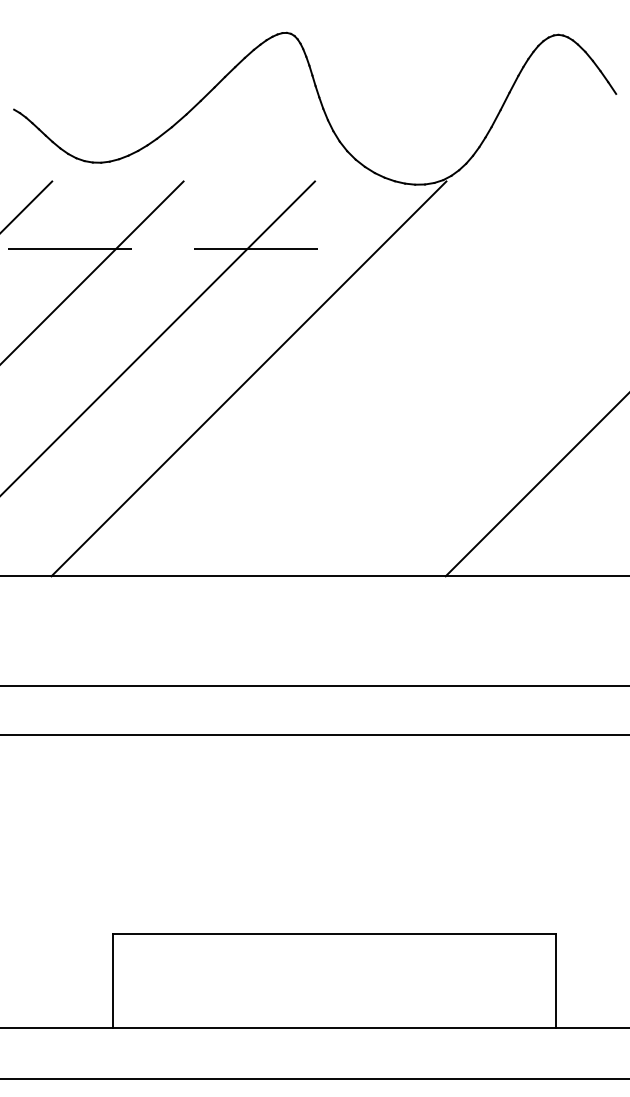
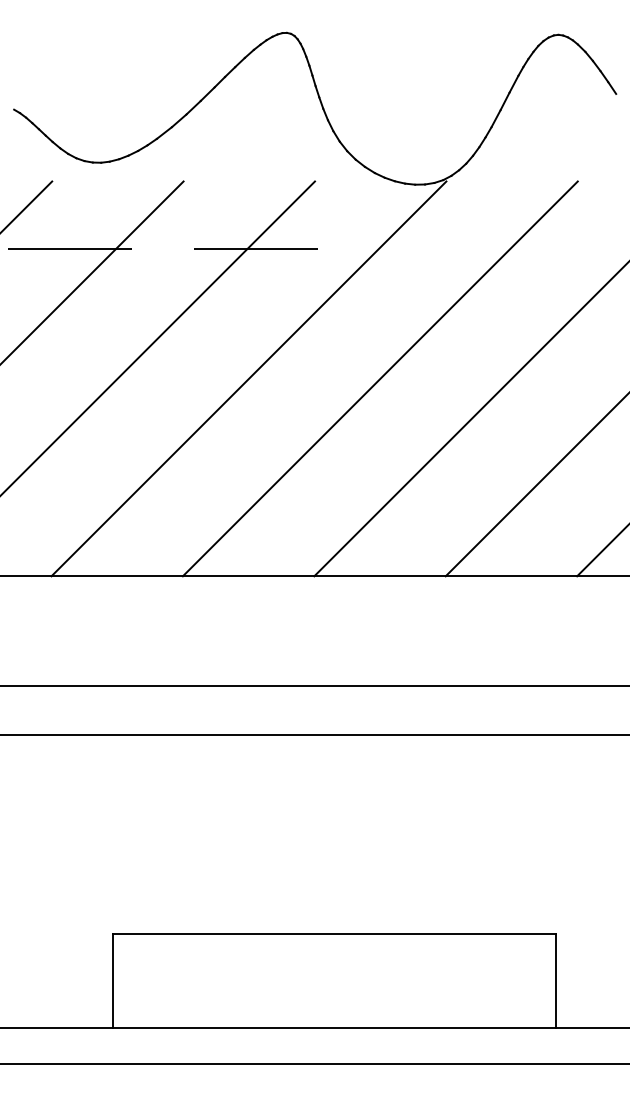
line at (379, 378): none -> present
line at (470, 420): none -> present
line at (601, 551): none -> present
line at (314, 1079) position: (314, 1079) -> (314, 1064)
